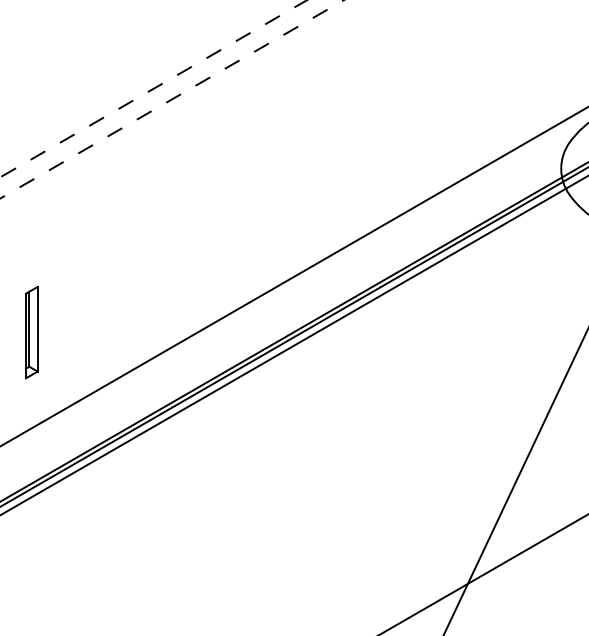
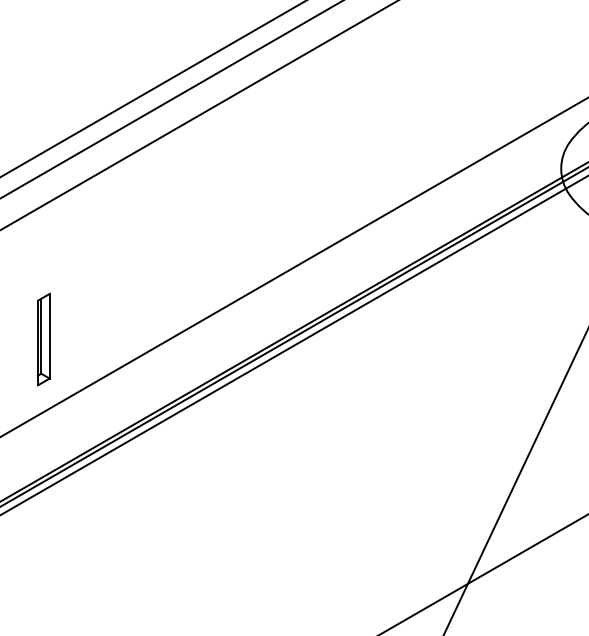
line at (153, 88): dashed -> solid
line at (172, 99): dashed -> solid
line at (198, 115): none -> present
line at (293, 276) position: (293, 276) -> (293, 267)
part at (31, 332) position: (31, 332) -> (43, 339)
